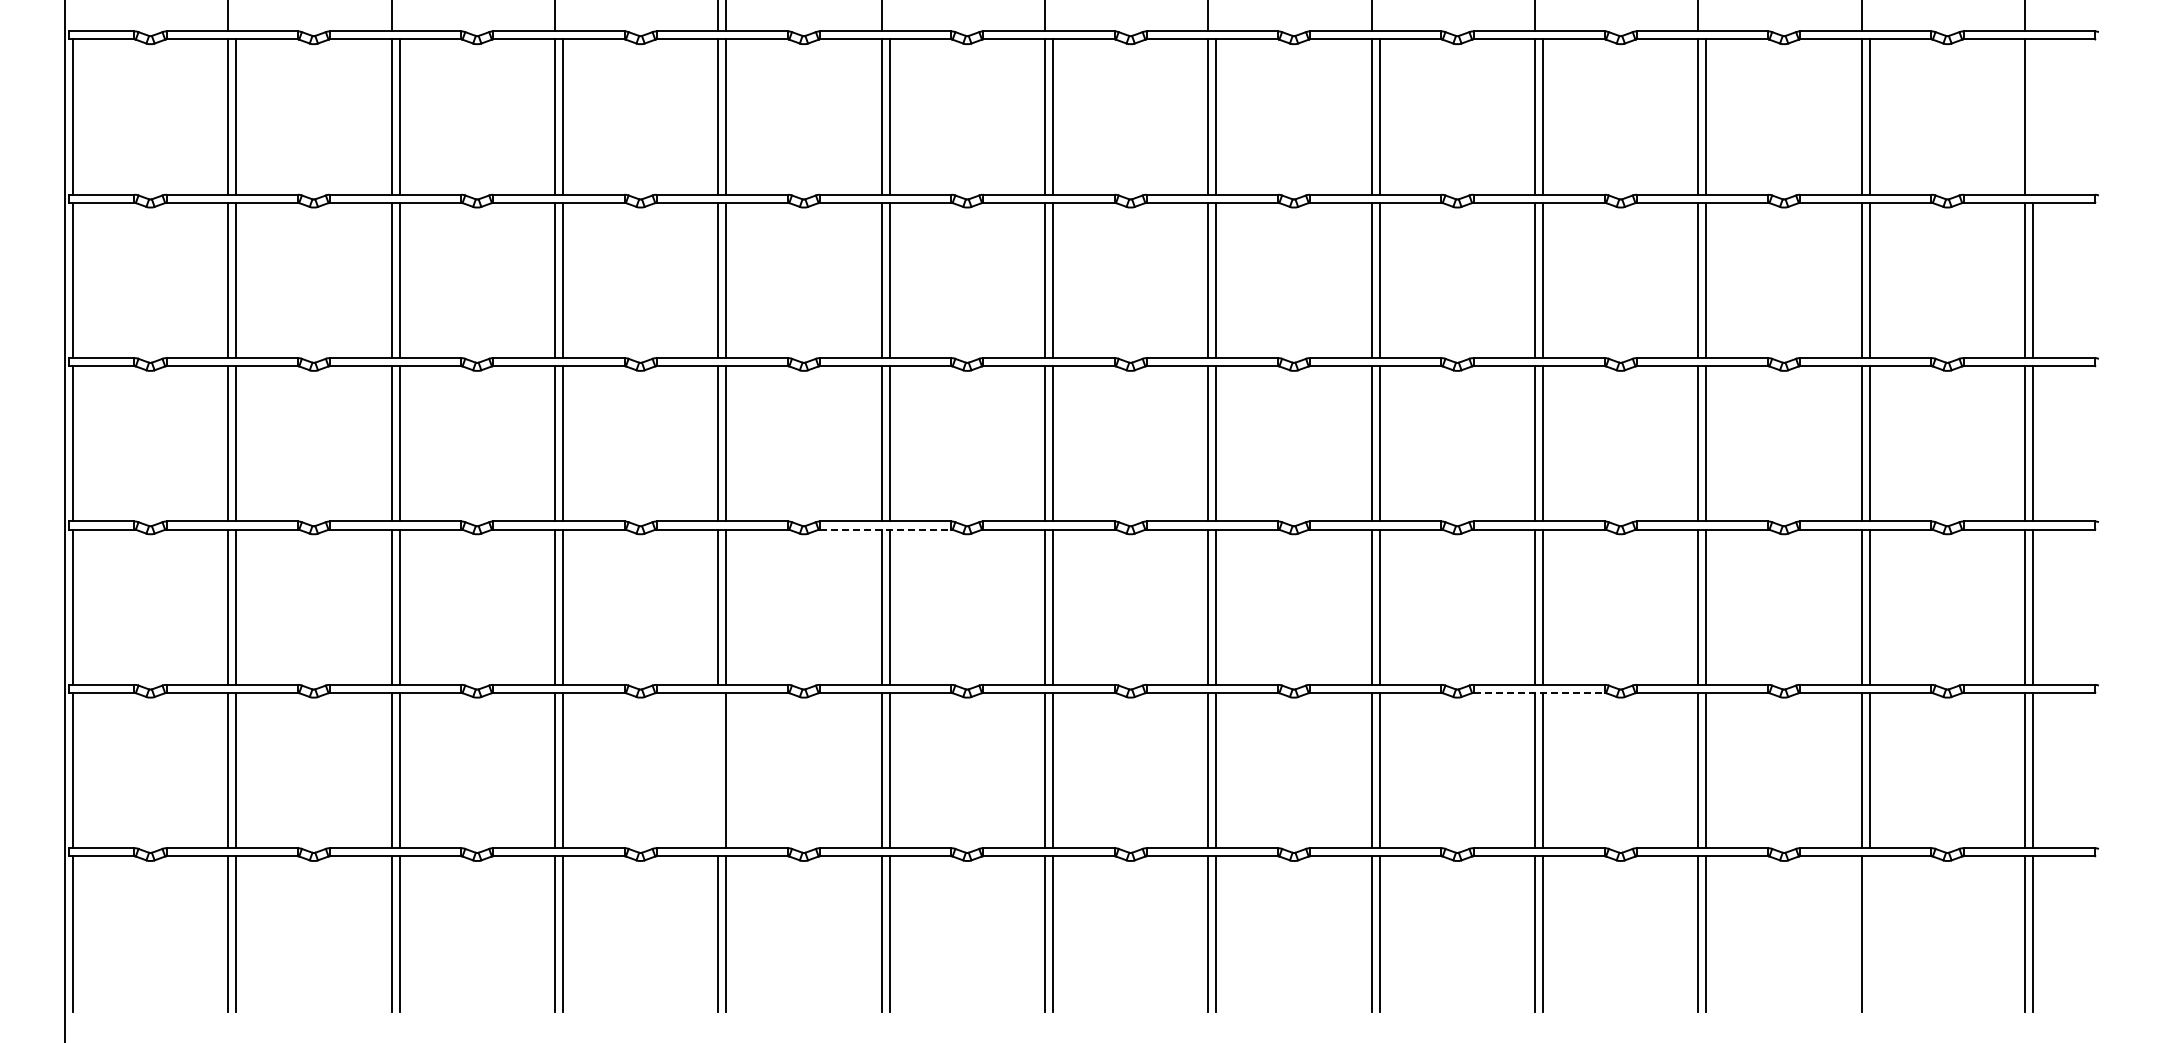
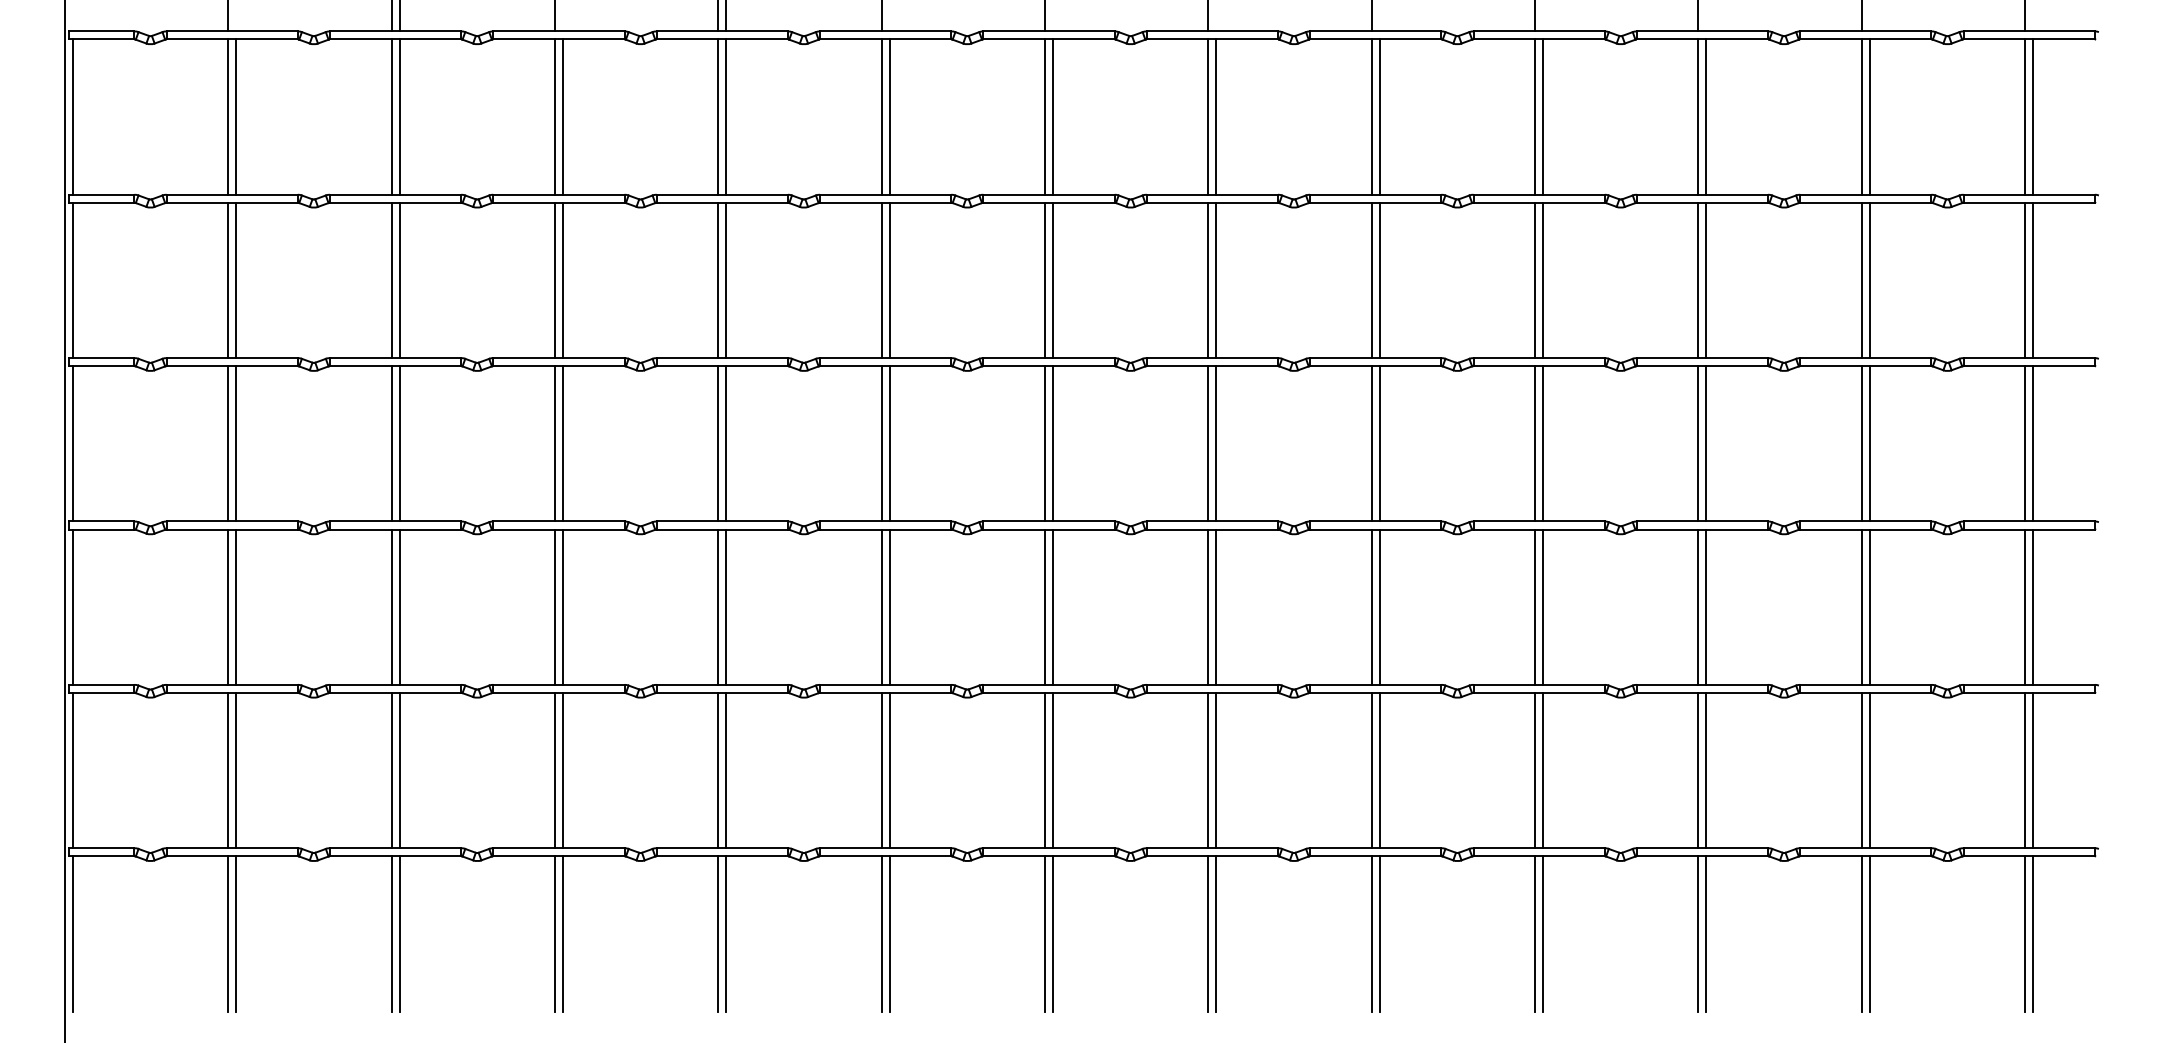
line at (399, 16): none -> present
line at (2033, 116): none -> present
line at (885, 529): dashed -> solid
line at (1539, 692): dashed -> solid
line at (718, 770): none -> present
line at (1869, 933): none -> present
